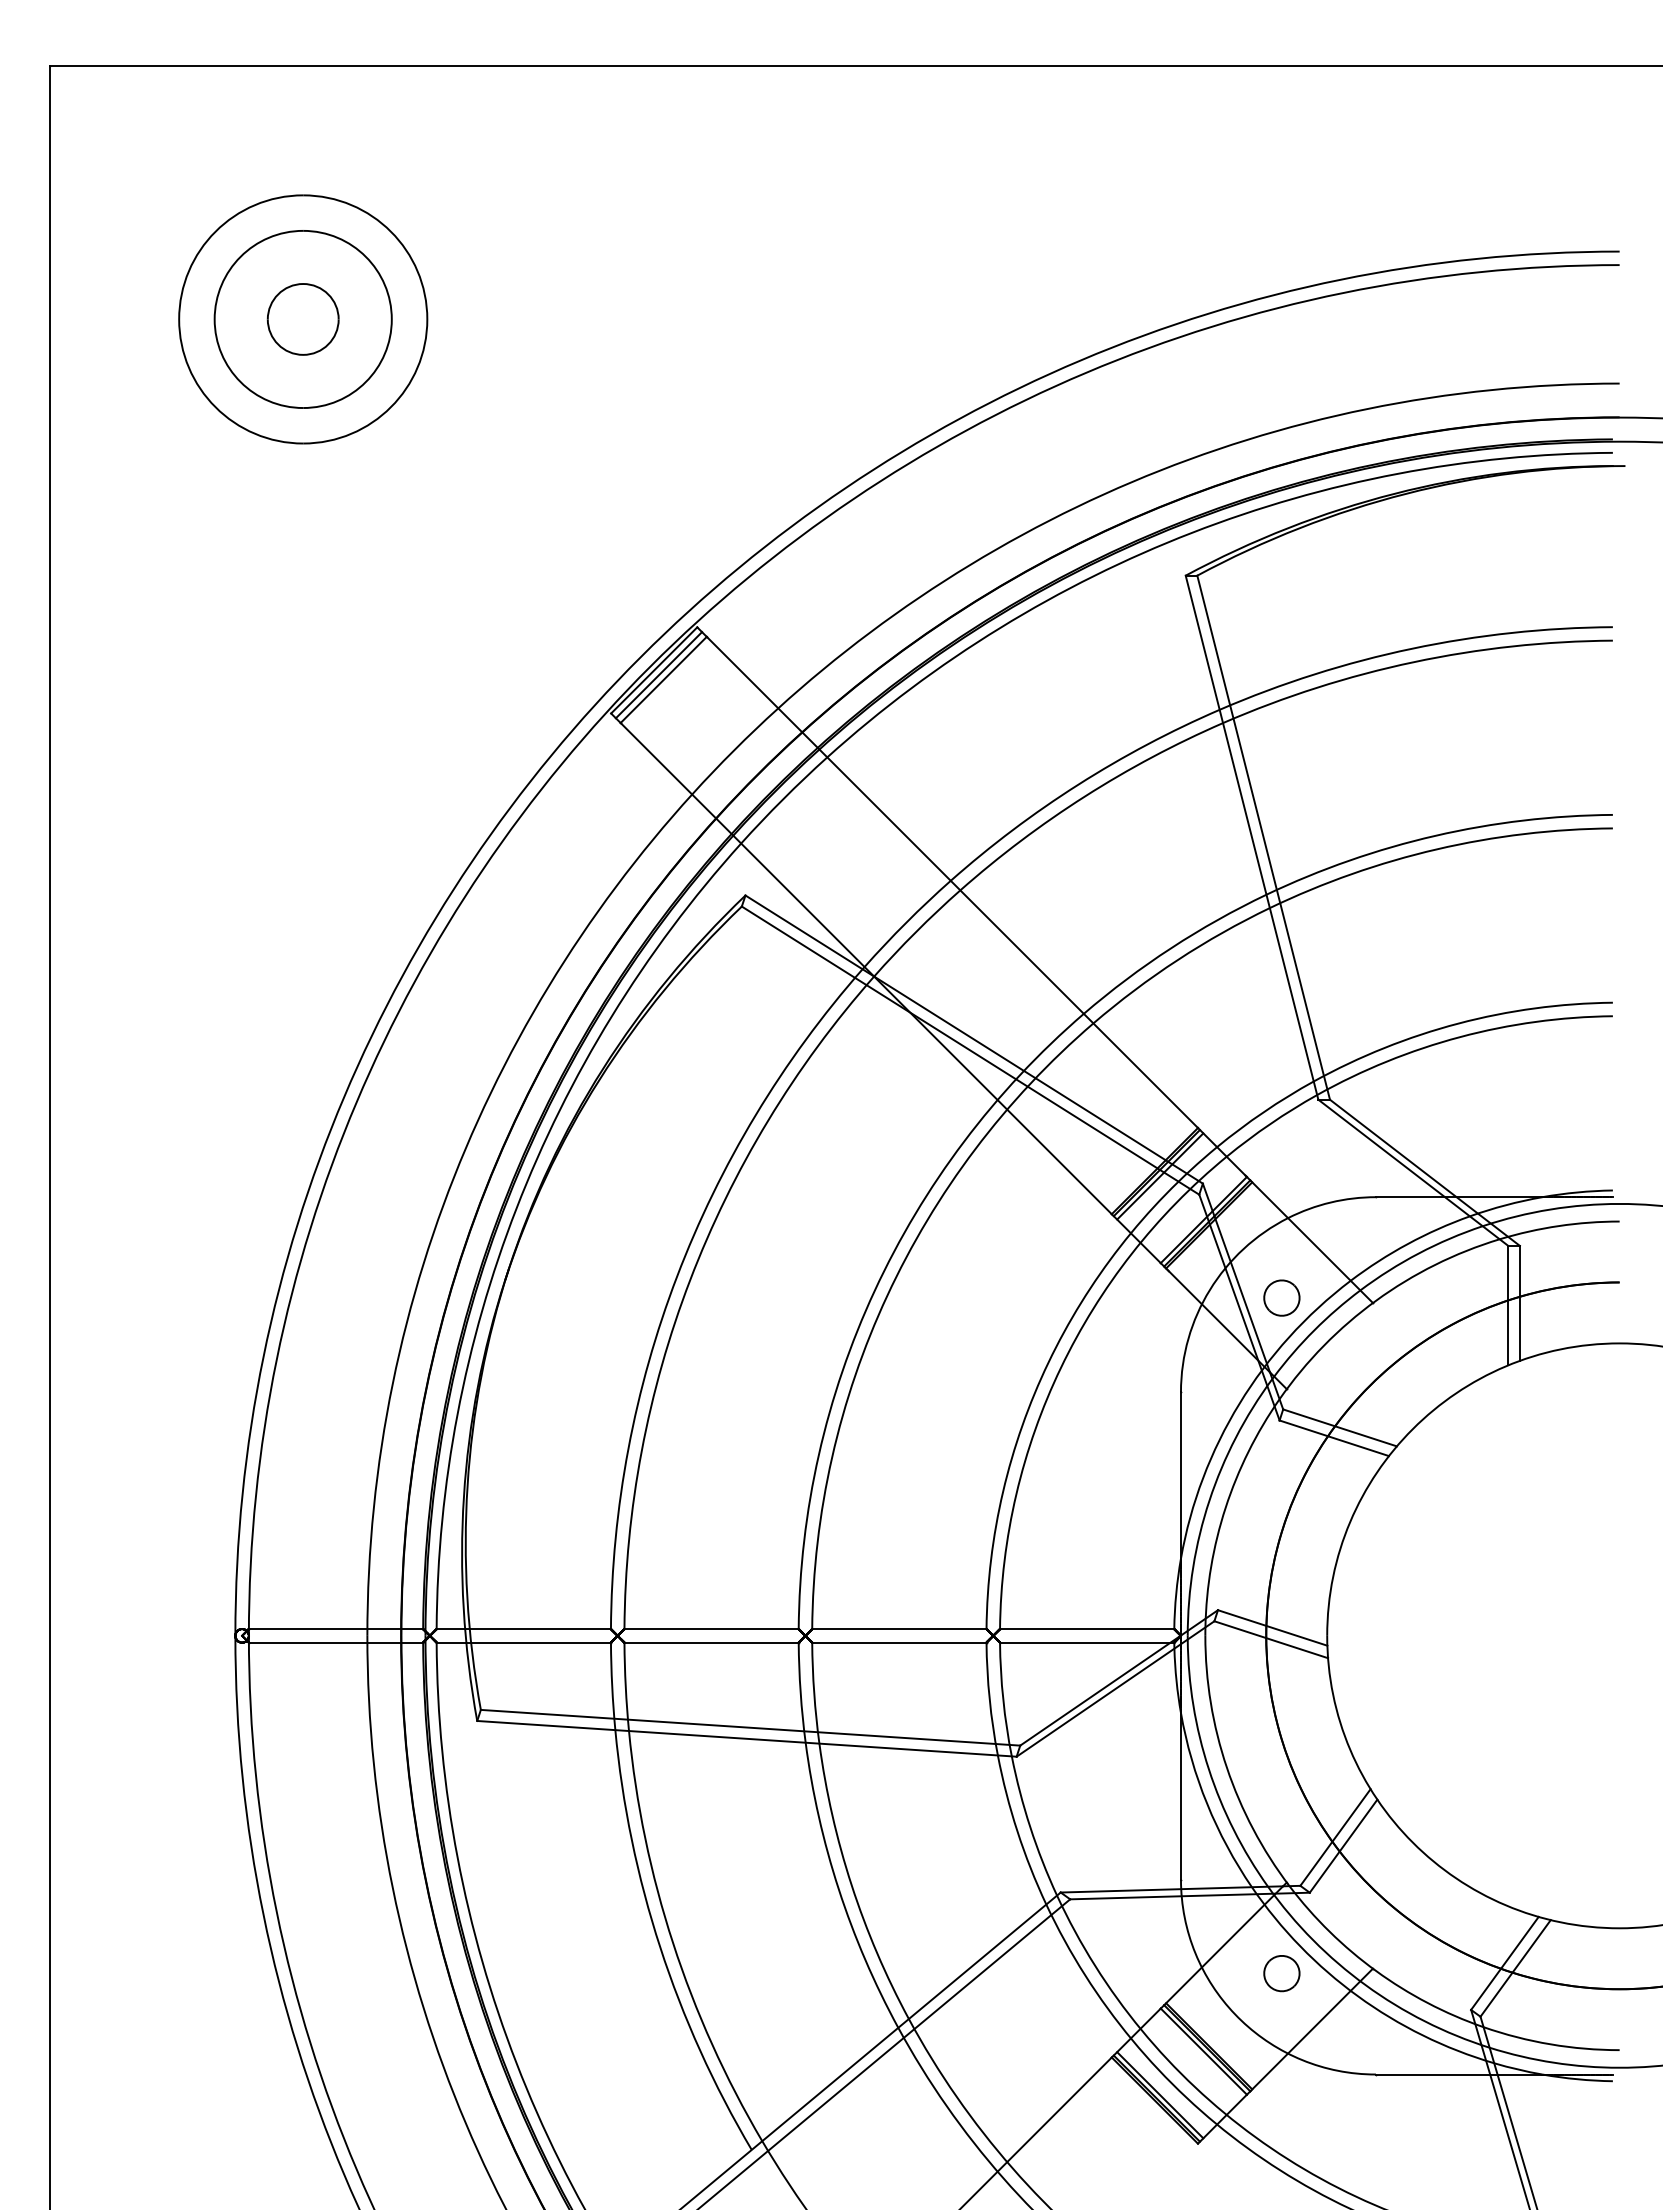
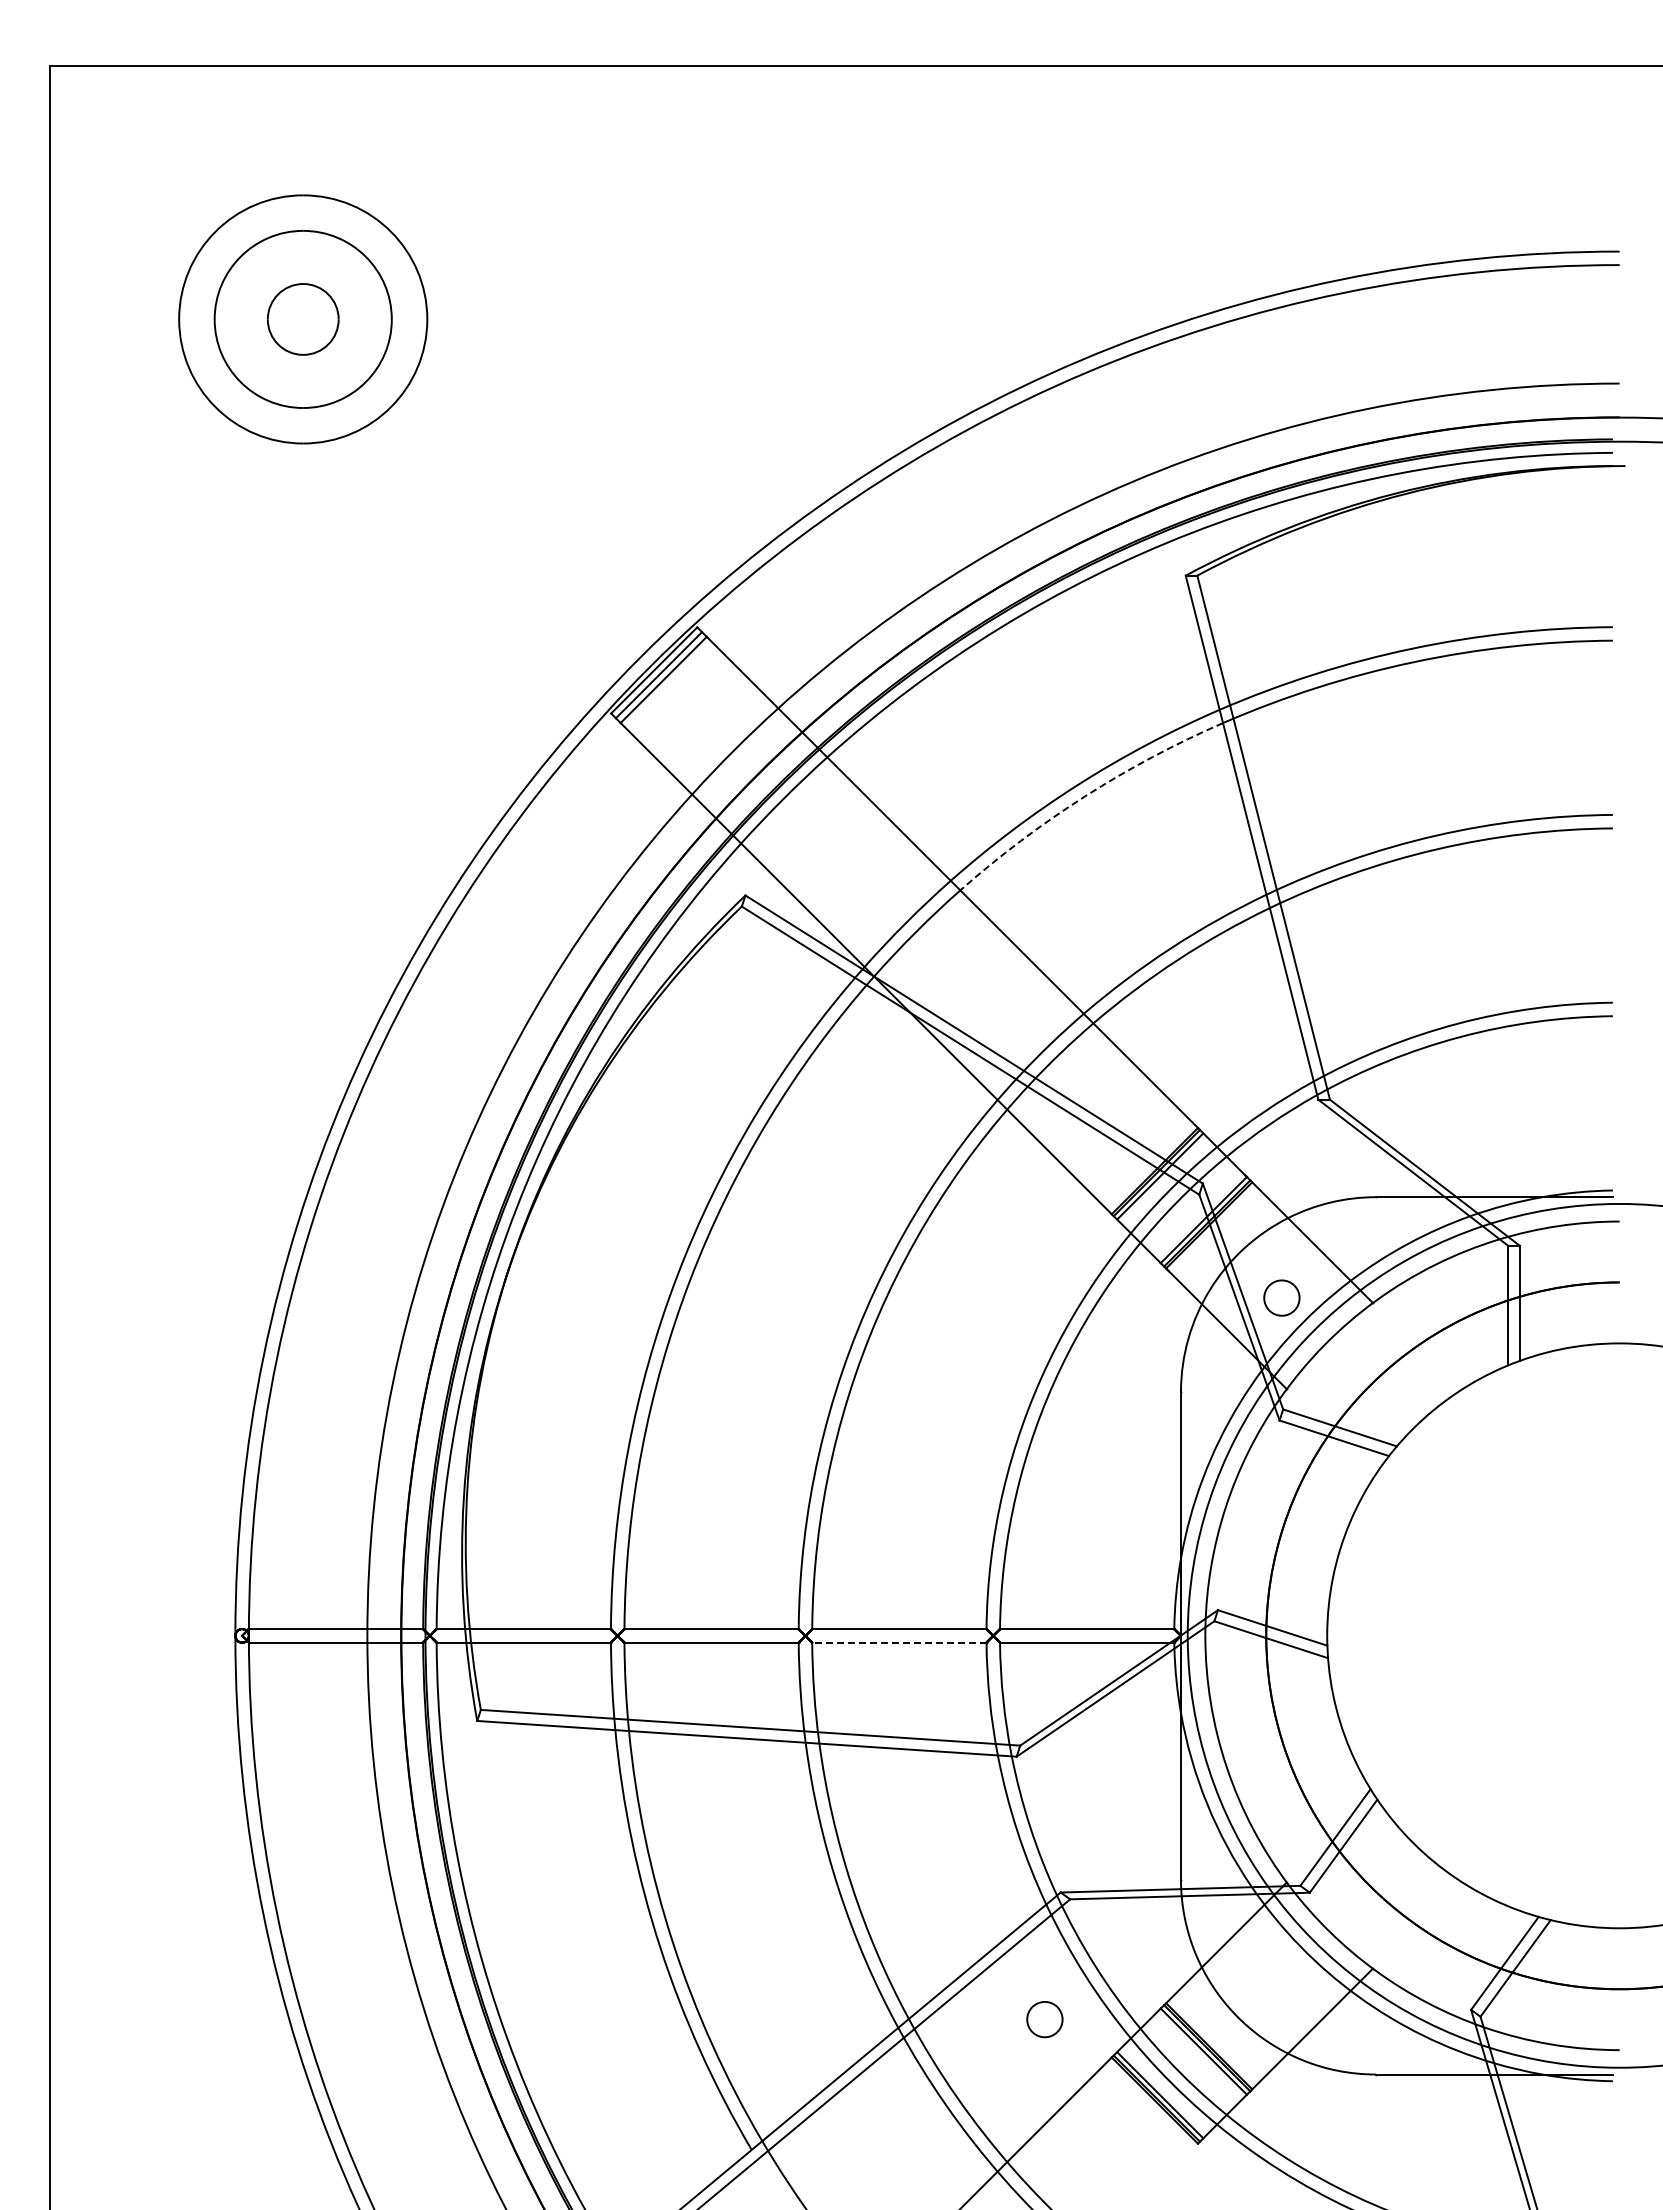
arc at (1085, 796): solid -> dashed
line at (898, 1642): solid -> dashed
part at (1281, 1973) position: (1281, 1973) -> (1044, 2019)
